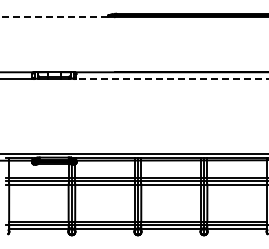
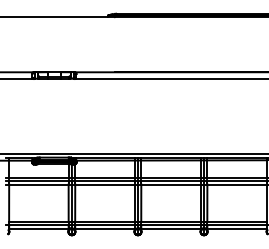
line at (54, 17): dashed -> solid
line at (172, 78): dashed -> solid
